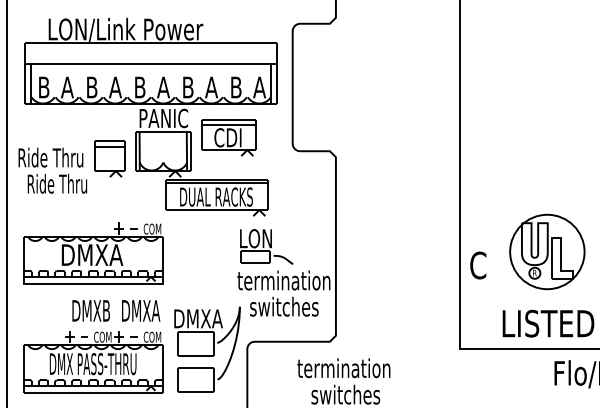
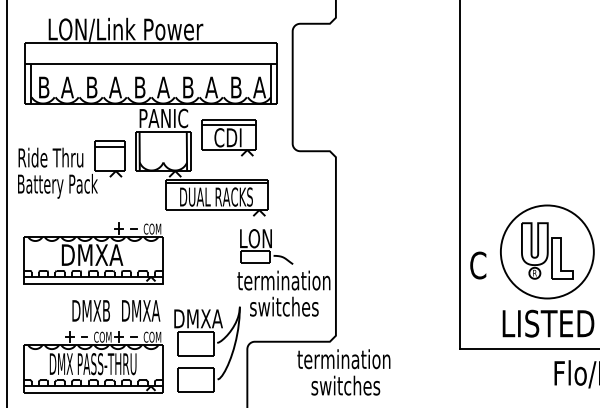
text at (57, 185): Ride Thru -> Battery Pack
circle at (547, 251) diameter: 74 px -> 93 px
text at (343, 381) position: (343, 381) -> (343, 372)
